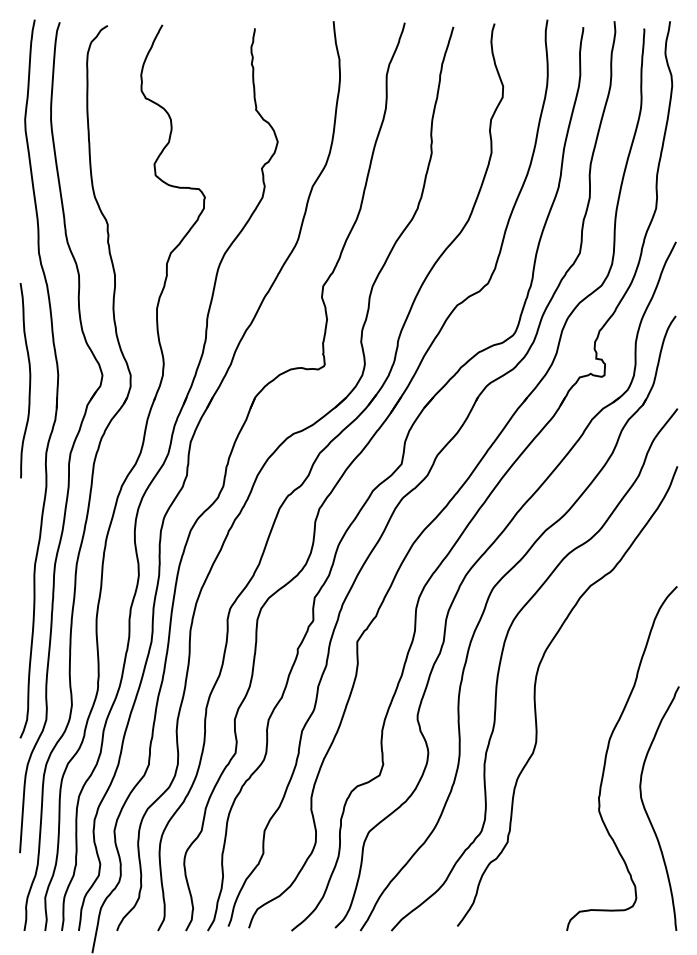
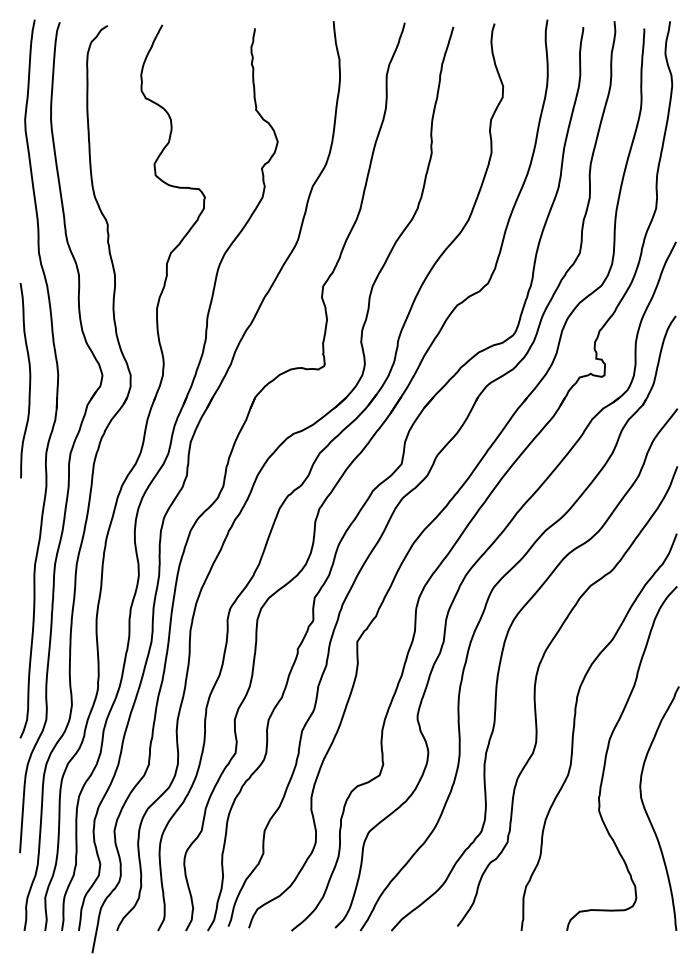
curve at (574, 731): none -> present
